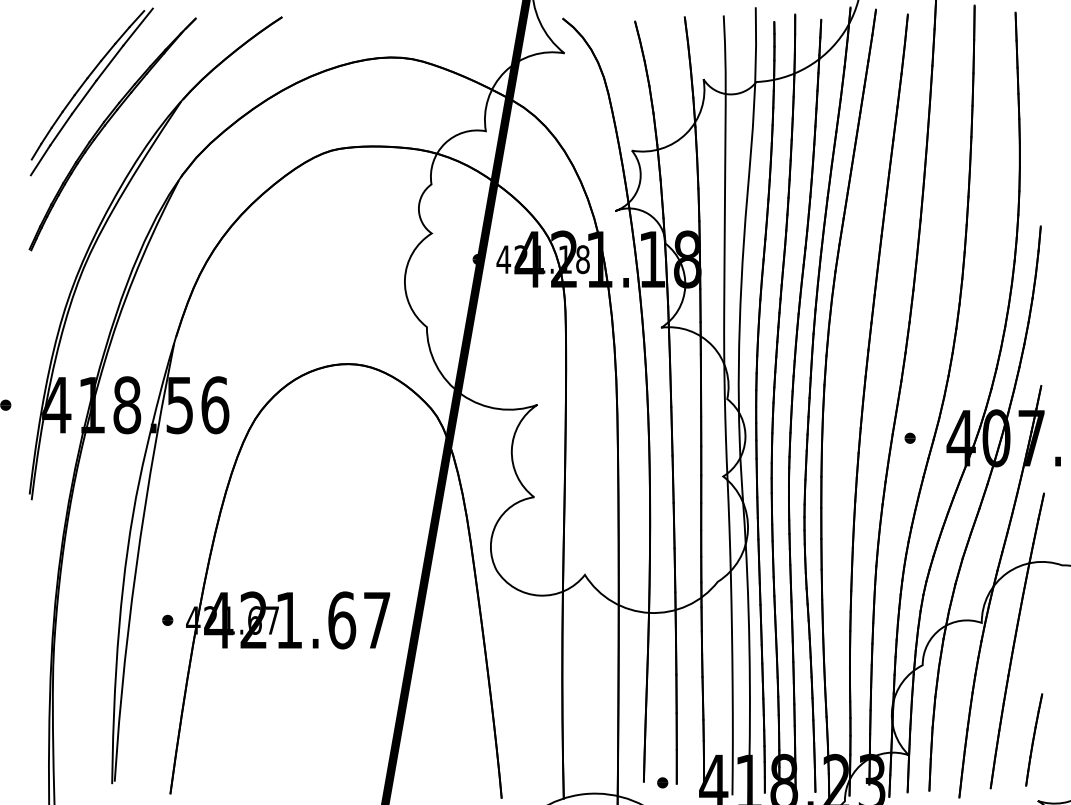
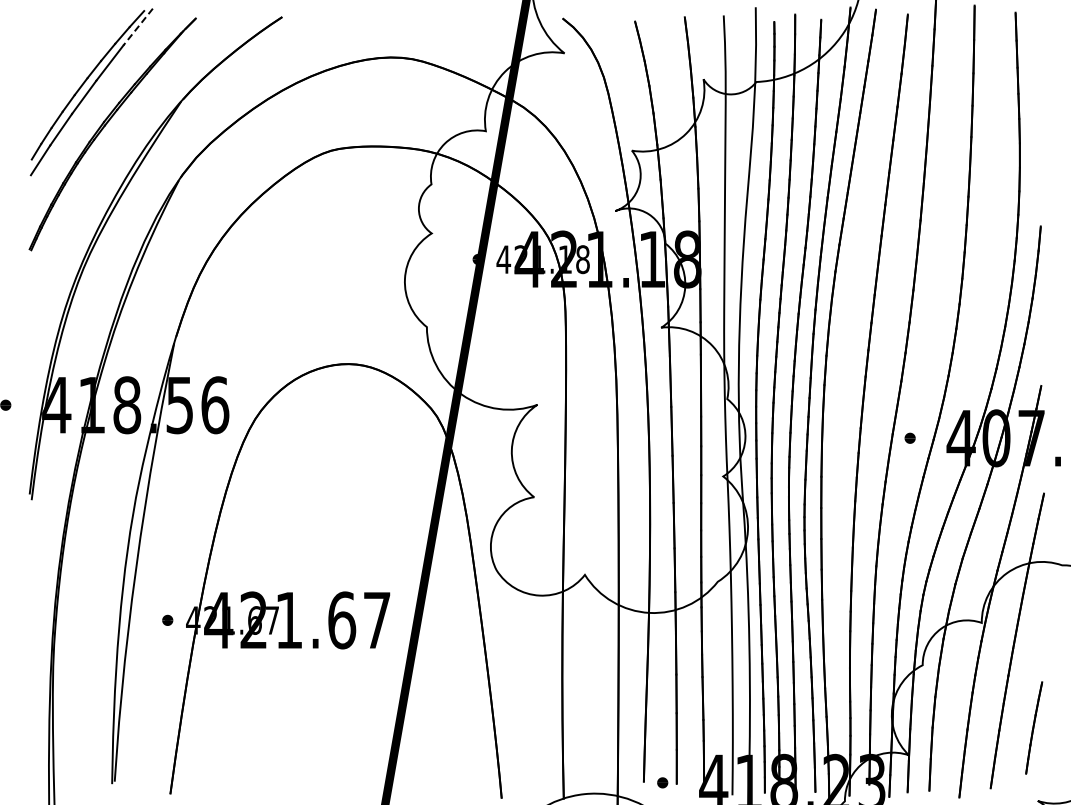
line at (138, 27): solid -> dashed
line at (1034, 739) position: (1034, 739) -> (1034, 727)
